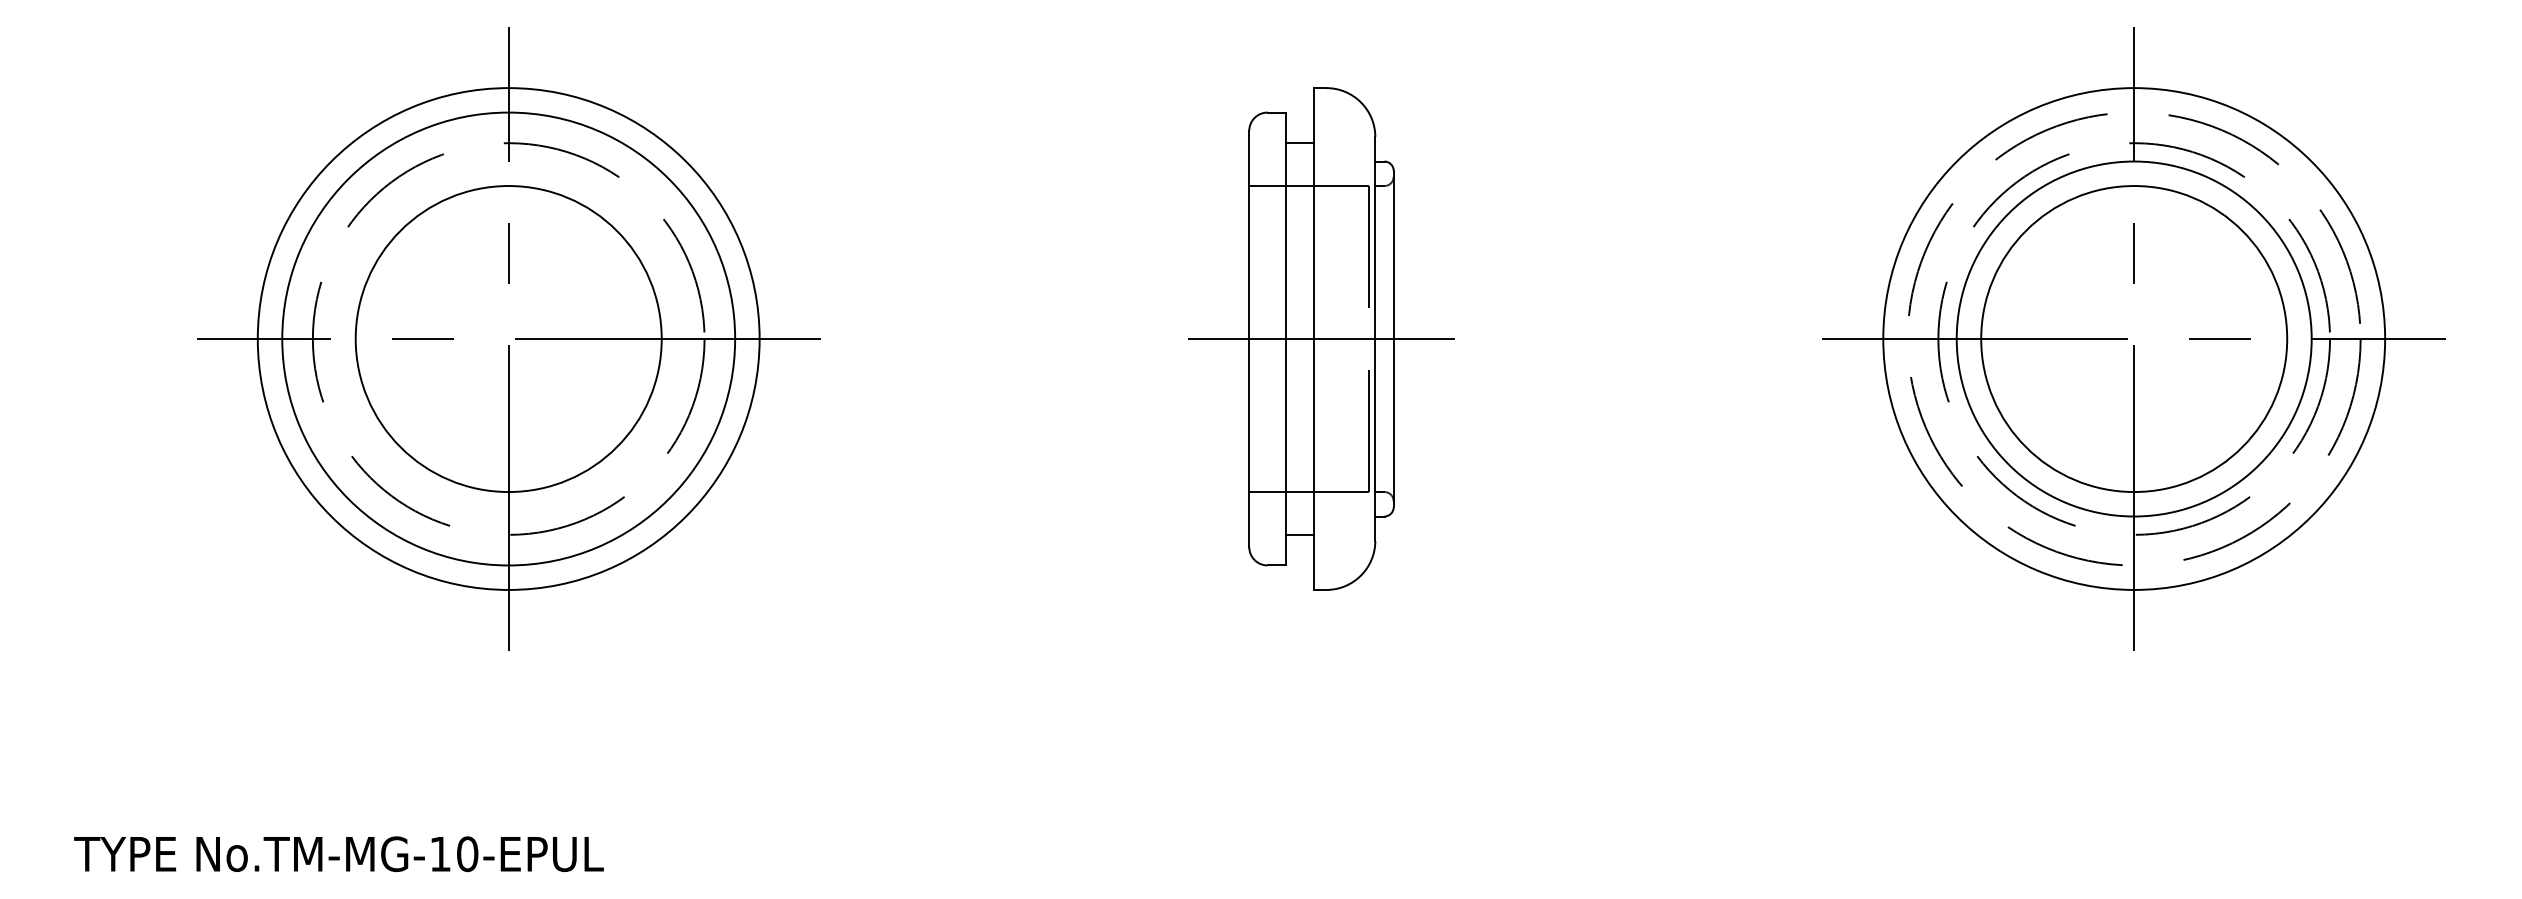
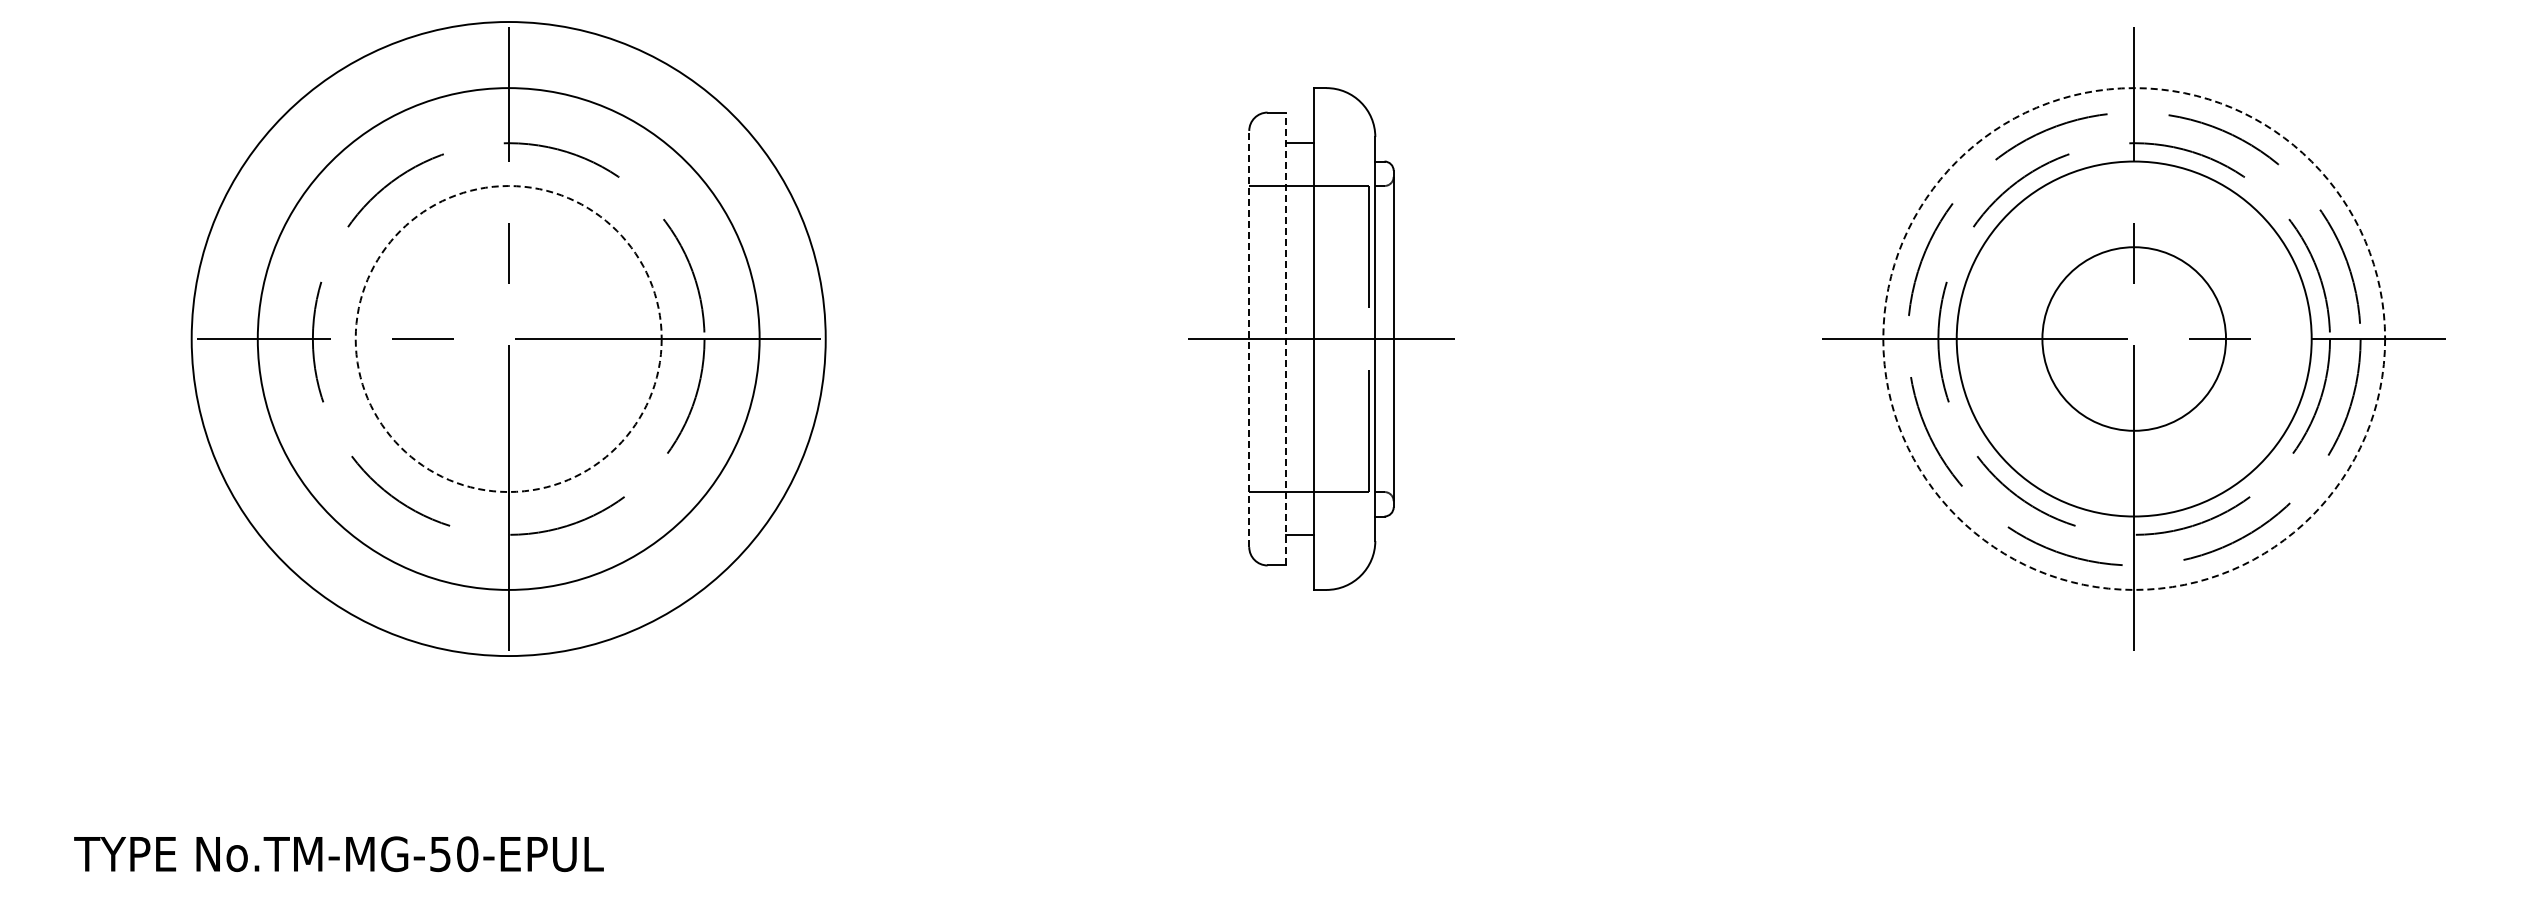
circle at (508, 338) diameter: 453 px -> 634 px
line at (1249, 338): solid -> dashed
line at (1285, 338): solid -> dashed
circle at (2134, 338): solid -> dashed
circle at (508, 339): solid -> dashed
circle at (2134, 339) diameter: 306 px -> 184 px
text at (440, 854): No.TM-MG-10-EPUL -> No.TM-MG-50-EPUL
